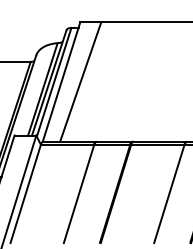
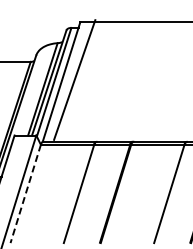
line at (80, 81) position: (80, 81) -> (74, 79)
line at (25, 193): solid -> dashed
